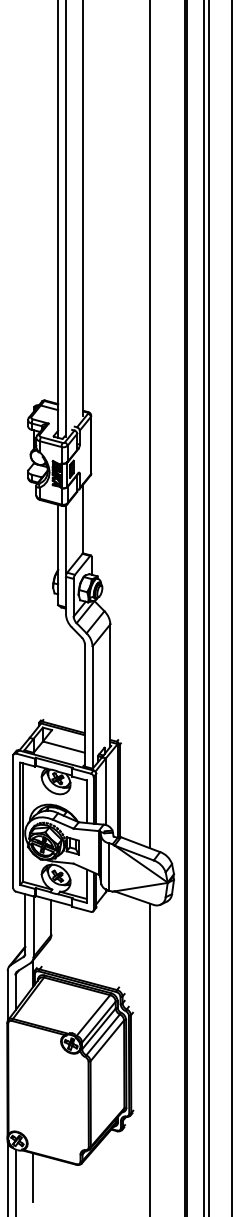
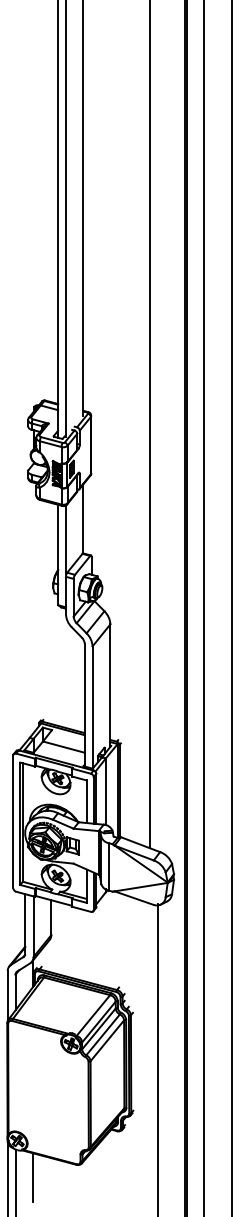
line at (209, 607): present -> none
line at (150, 1058) position: (150, 1058) -> (158, 1058)
